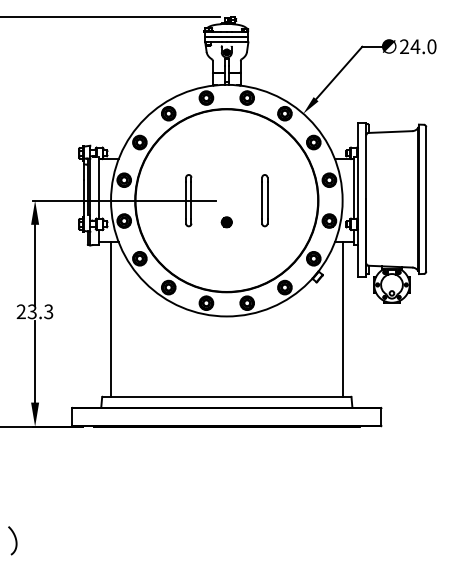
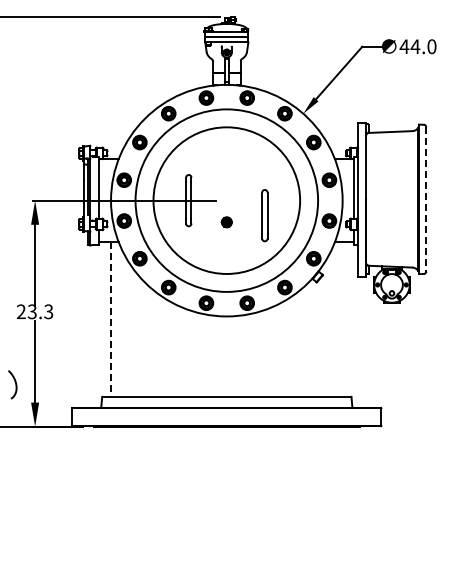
text at (404, 46): 24.0 -> 44.0
line at (426, 199): solid -> dashed
circle at (226, 200) diameter: 183 px -> 147 px
part at (264, 200) position: (264, 200) -> (264, 215)
line at (110, 319): solid -> dashed
line at (342, 319): present -> none
curve at (14, 538) position: (14, 538) -> (14, 382)
